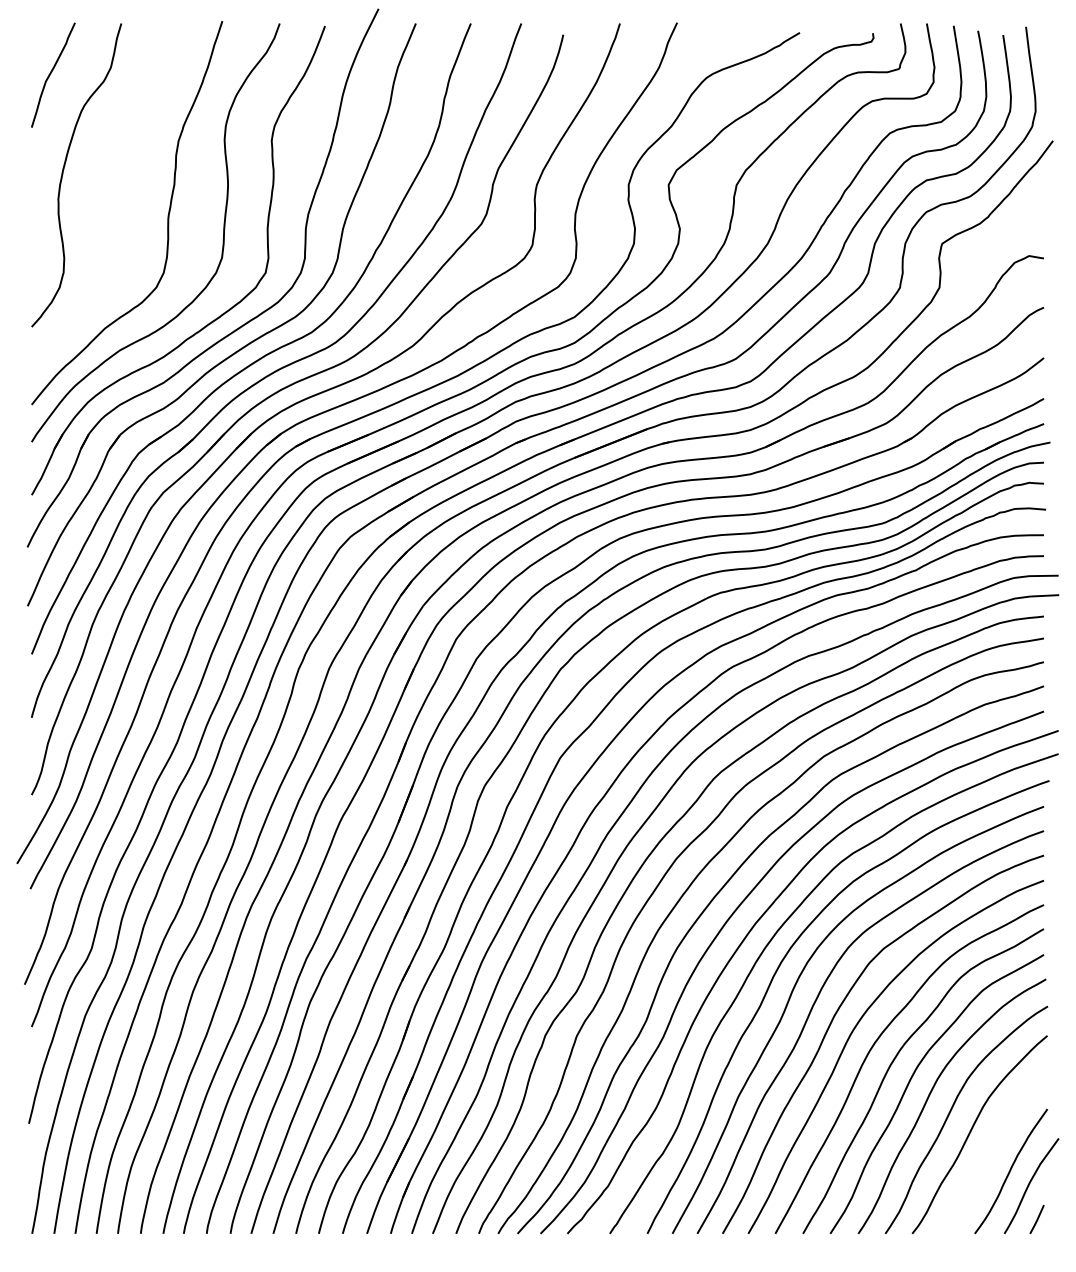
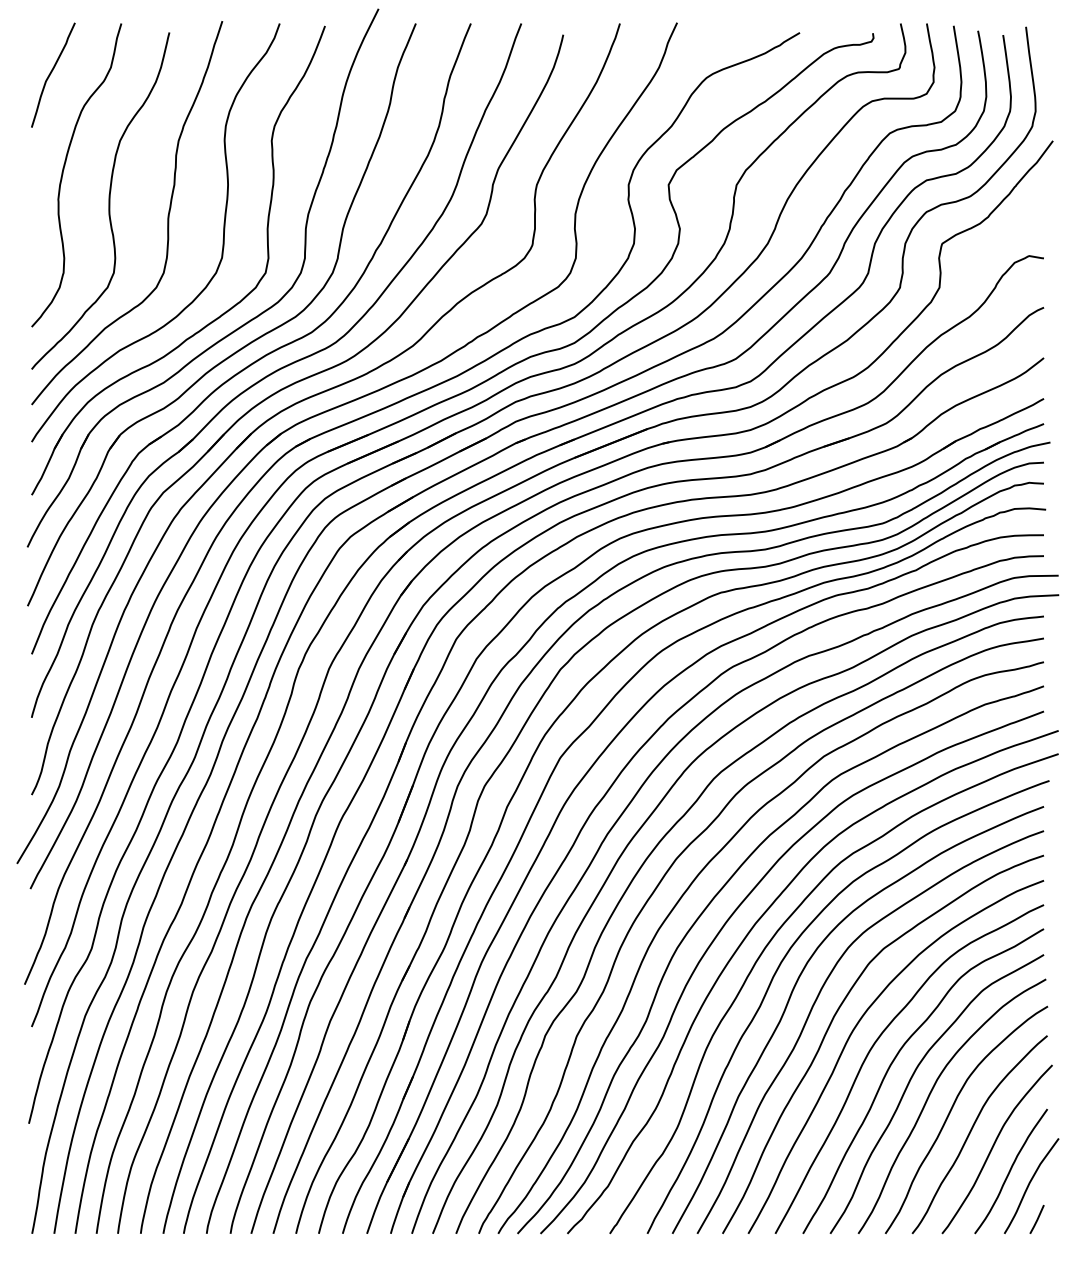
curve at (108, 200): none -> present
curve at (993, 1148): none -> present
